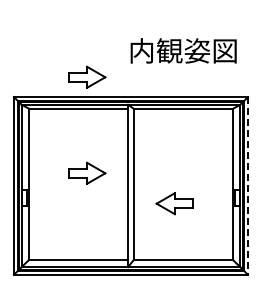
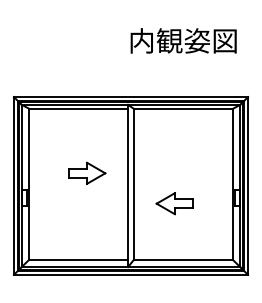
text at (183, 50) position: (183, 50) -> (183, 40)
part at (87, 76): present -> none
line at (248, 185): dashed -> solid
